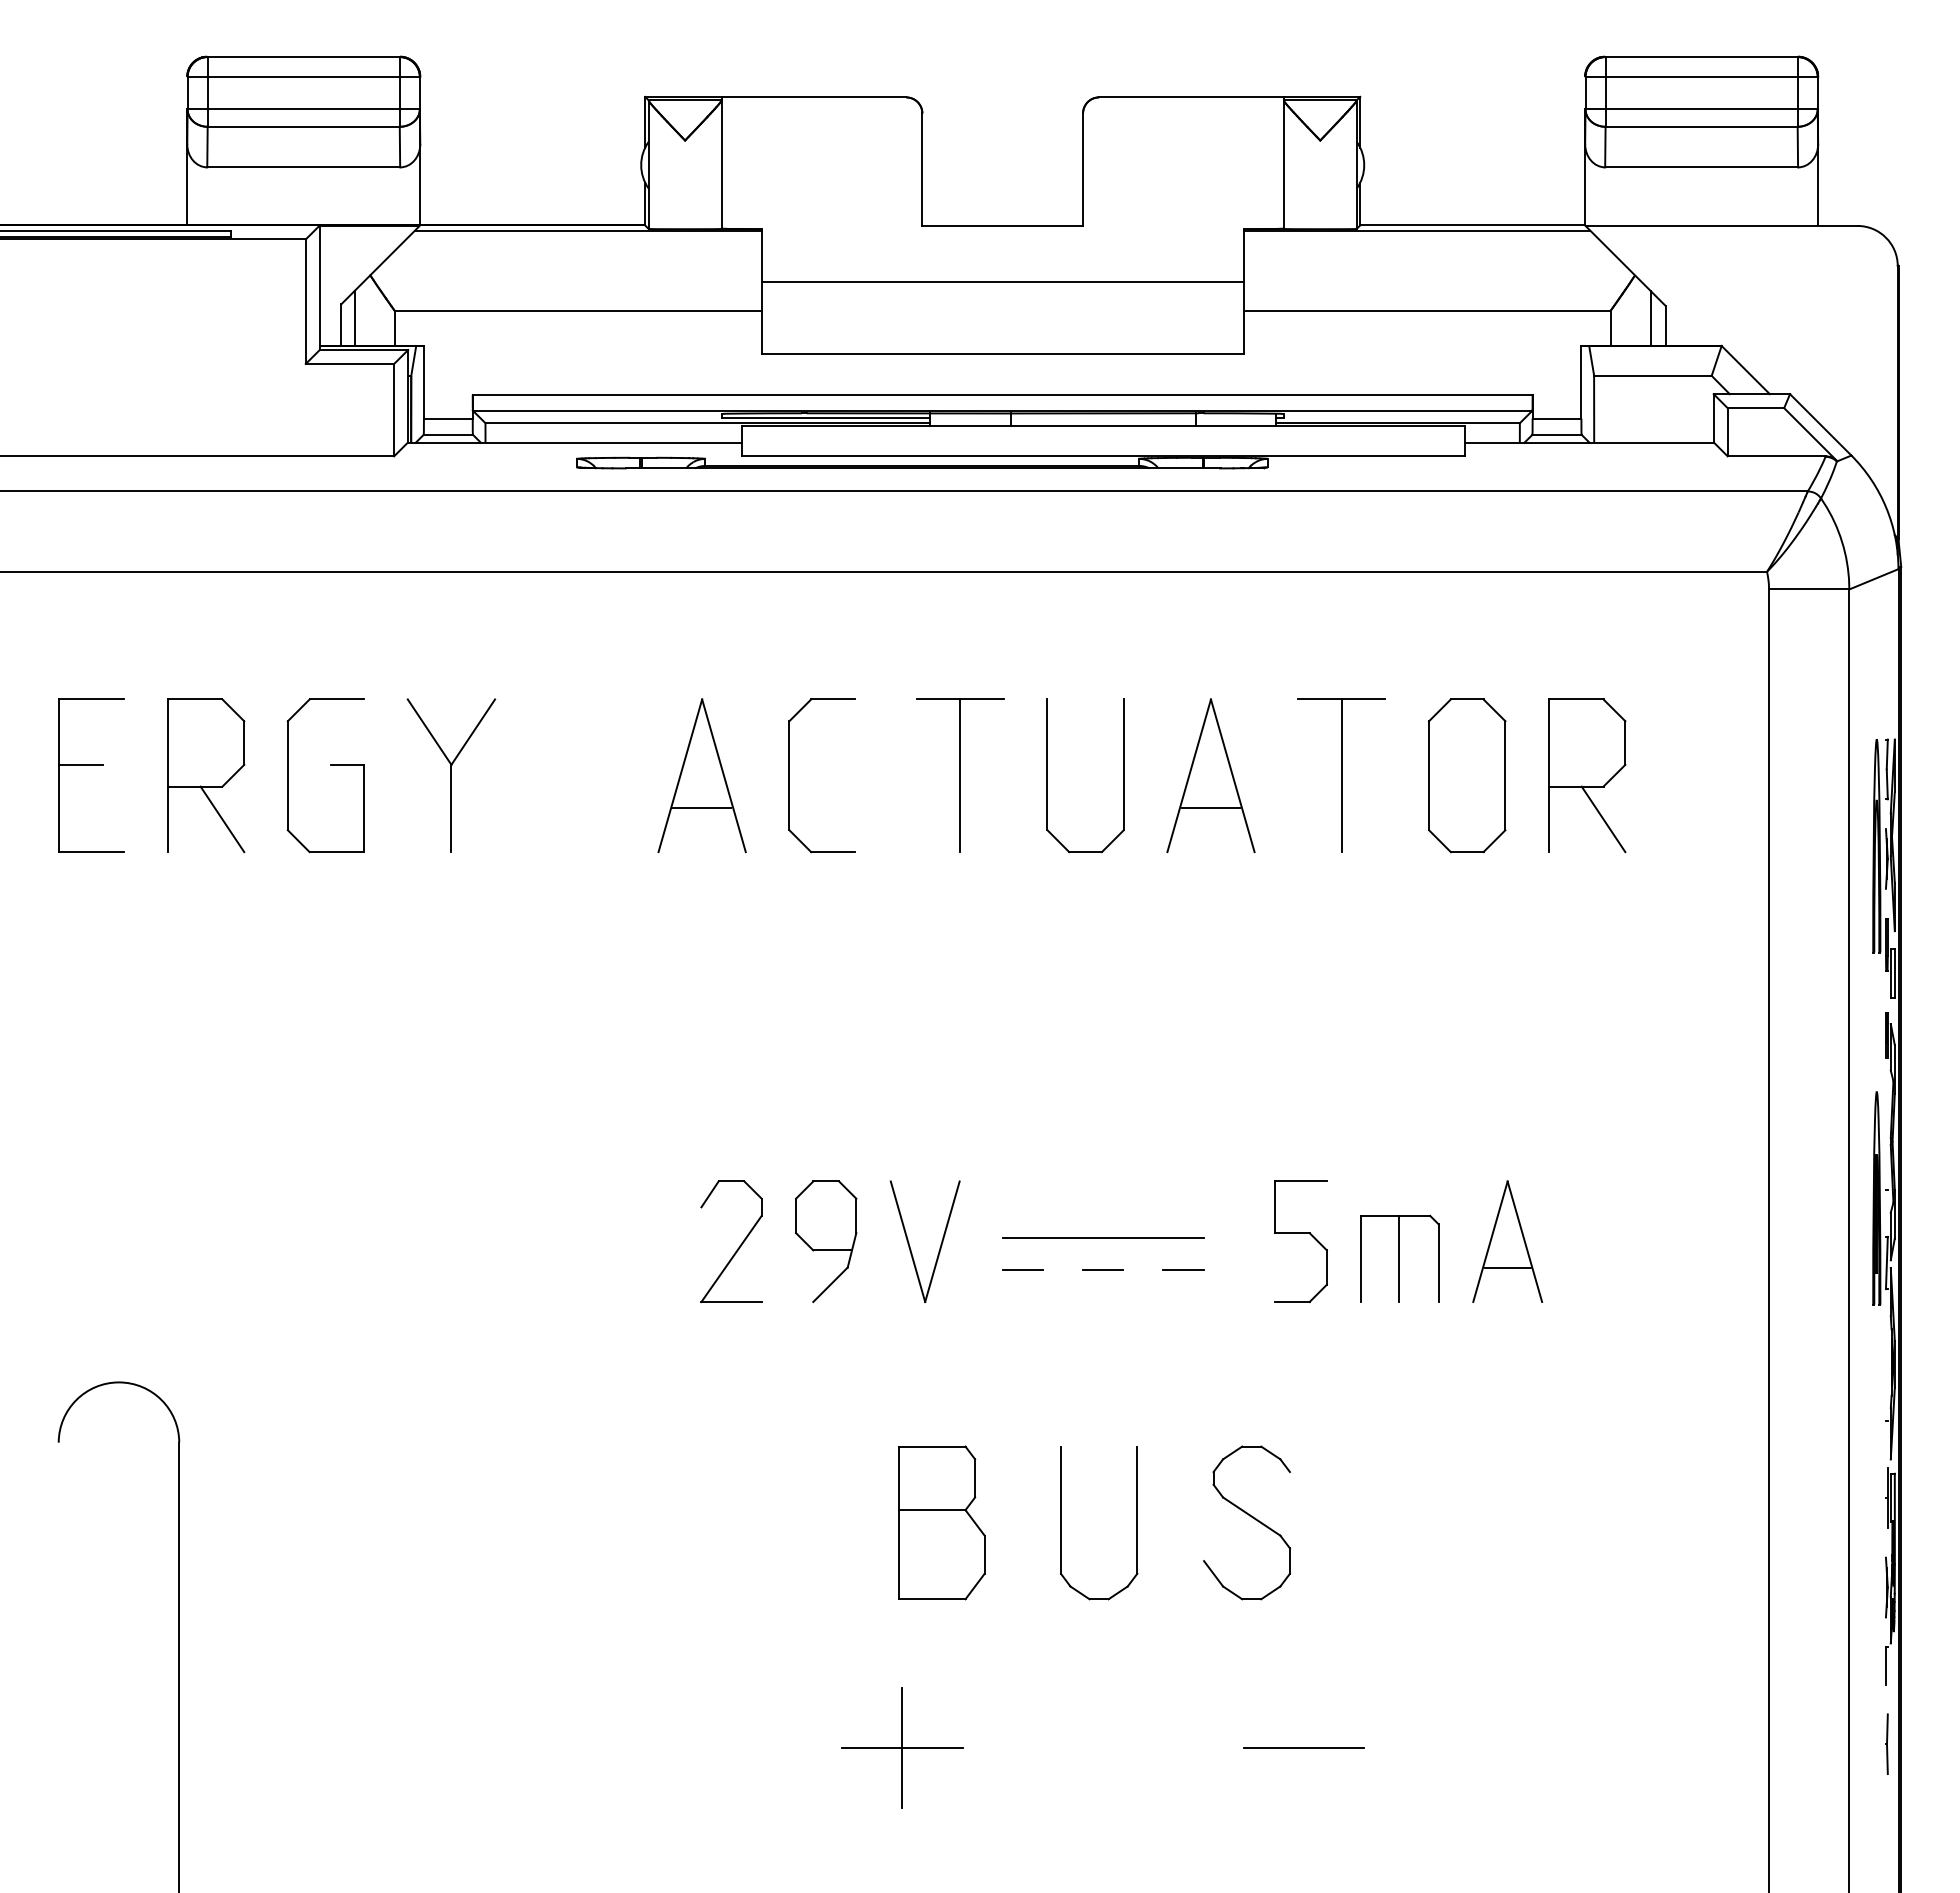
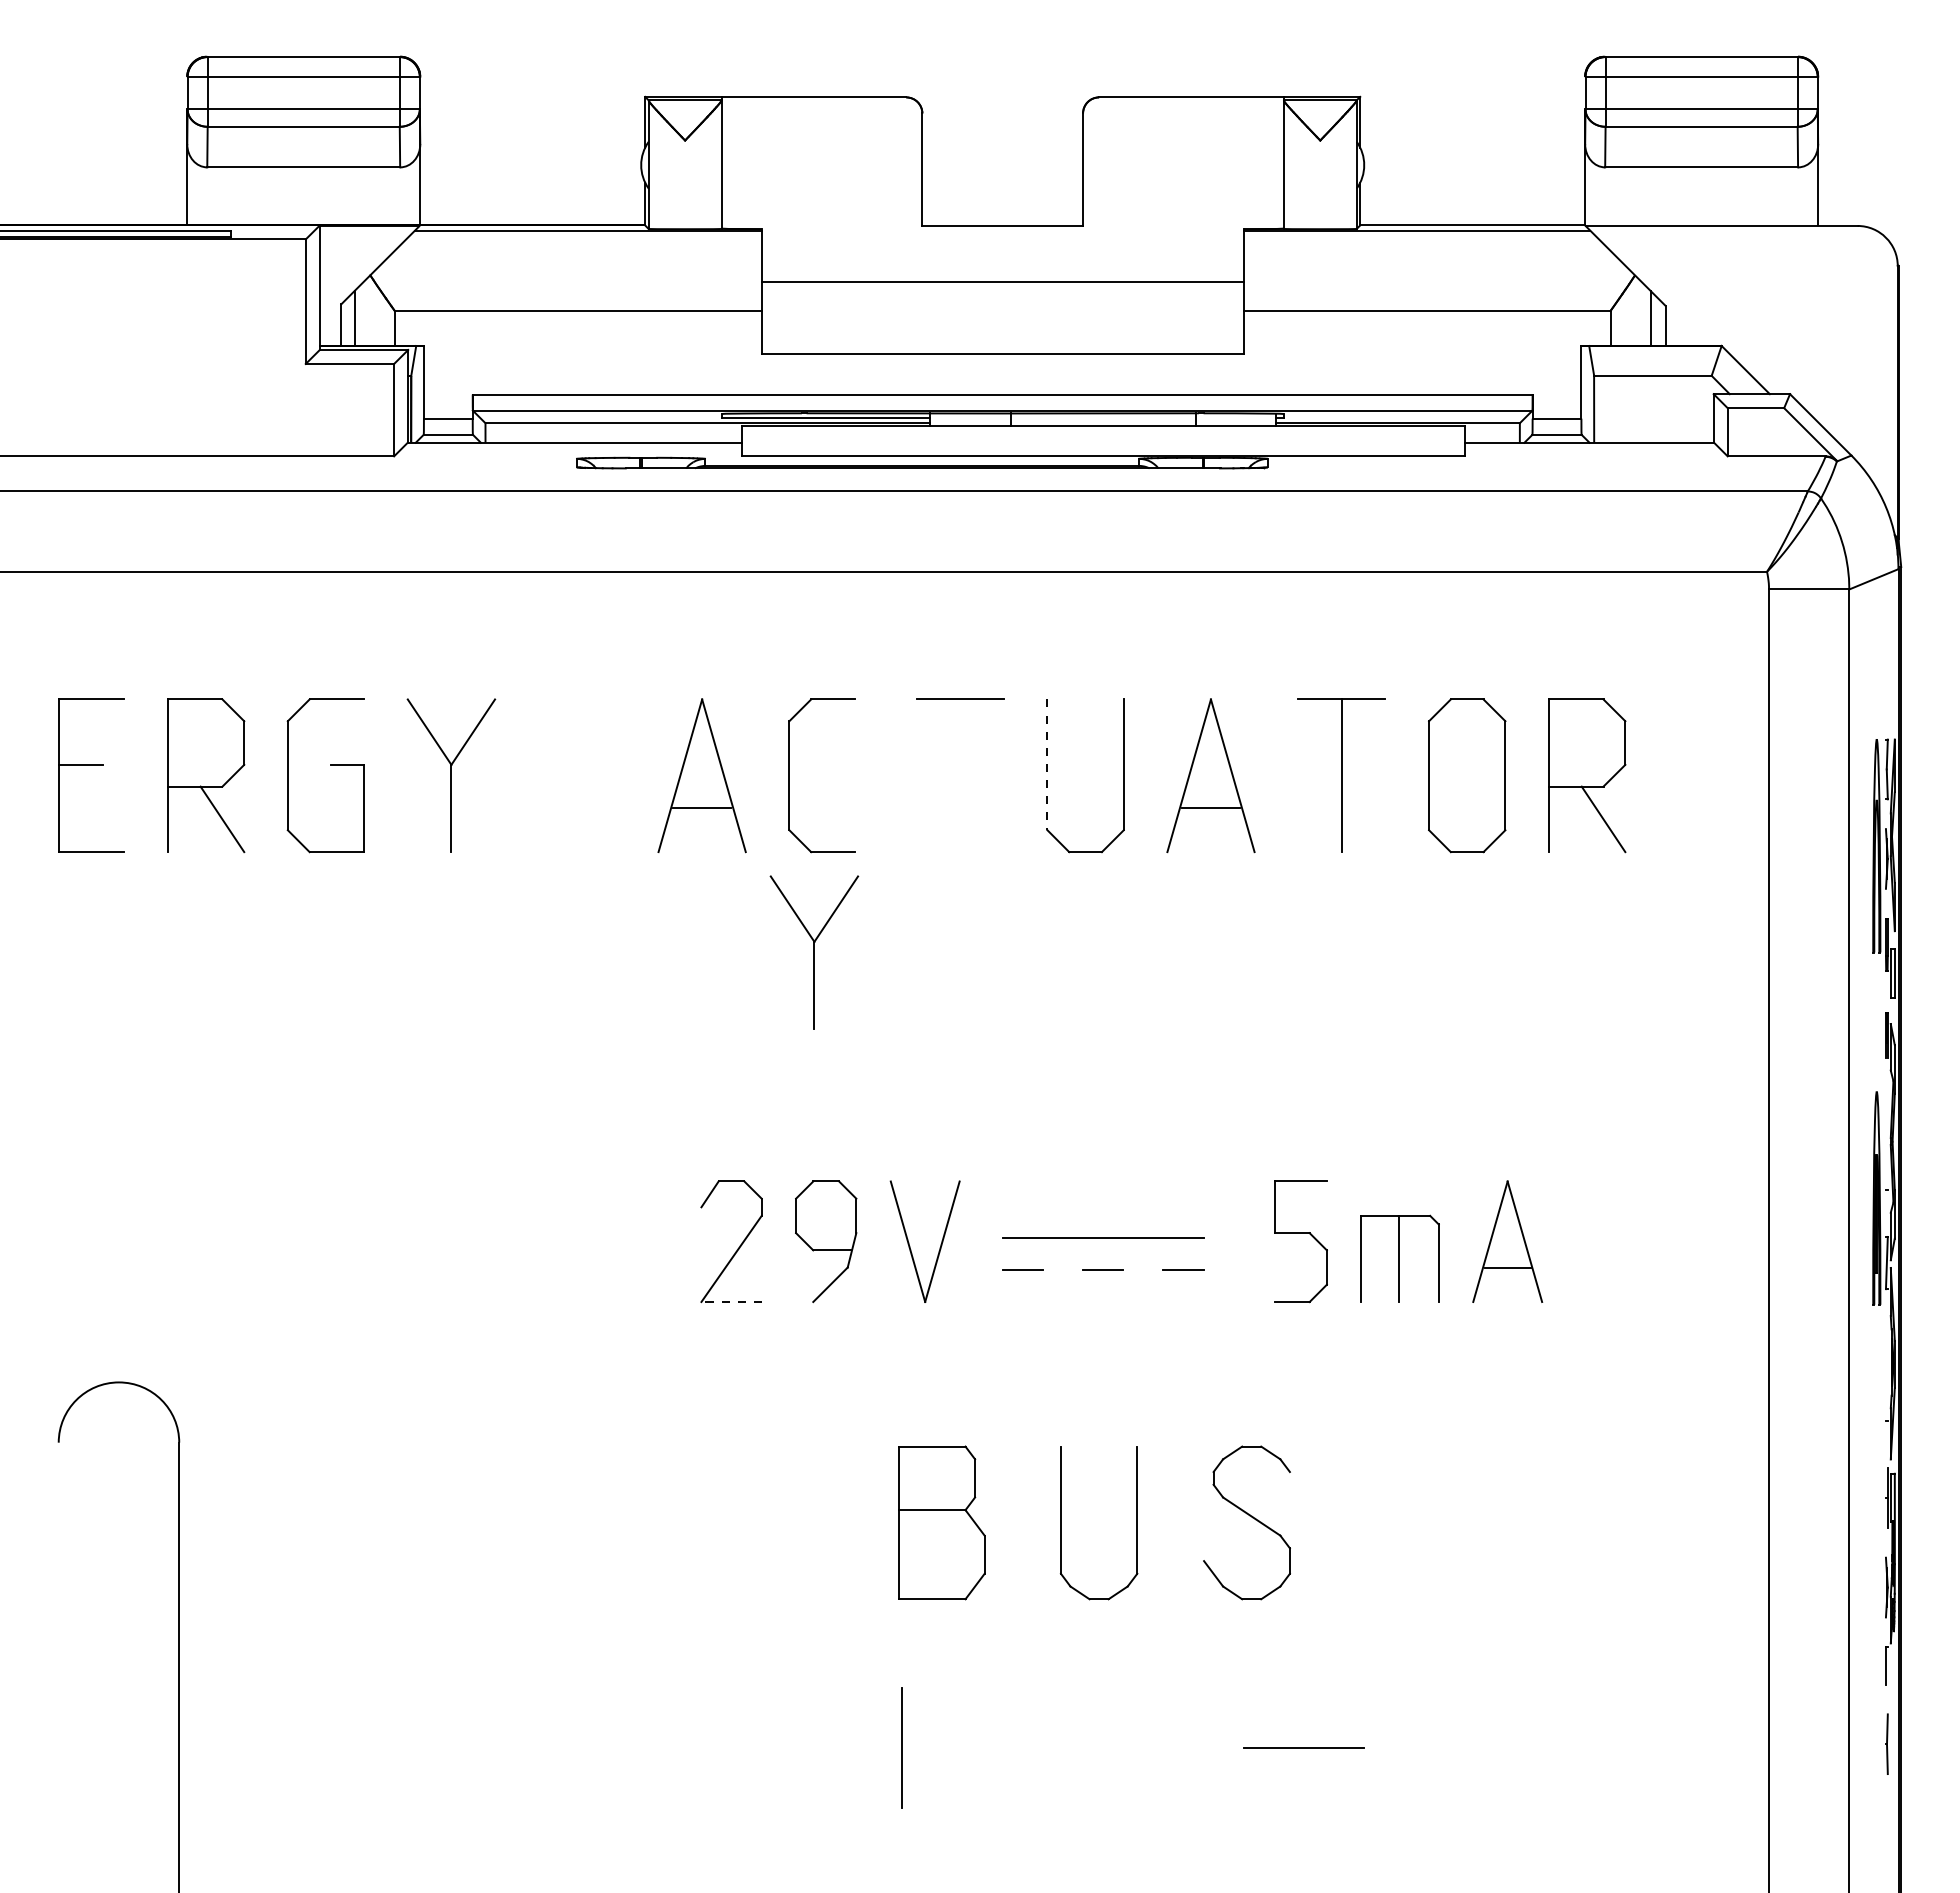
line at (1047, 765): solid -> dashed
line at (960, 775): present -> none
part at (814, 952): none -> present
line at (731, 1302): solid -> dashed
line at (902, 1747): present -> none
